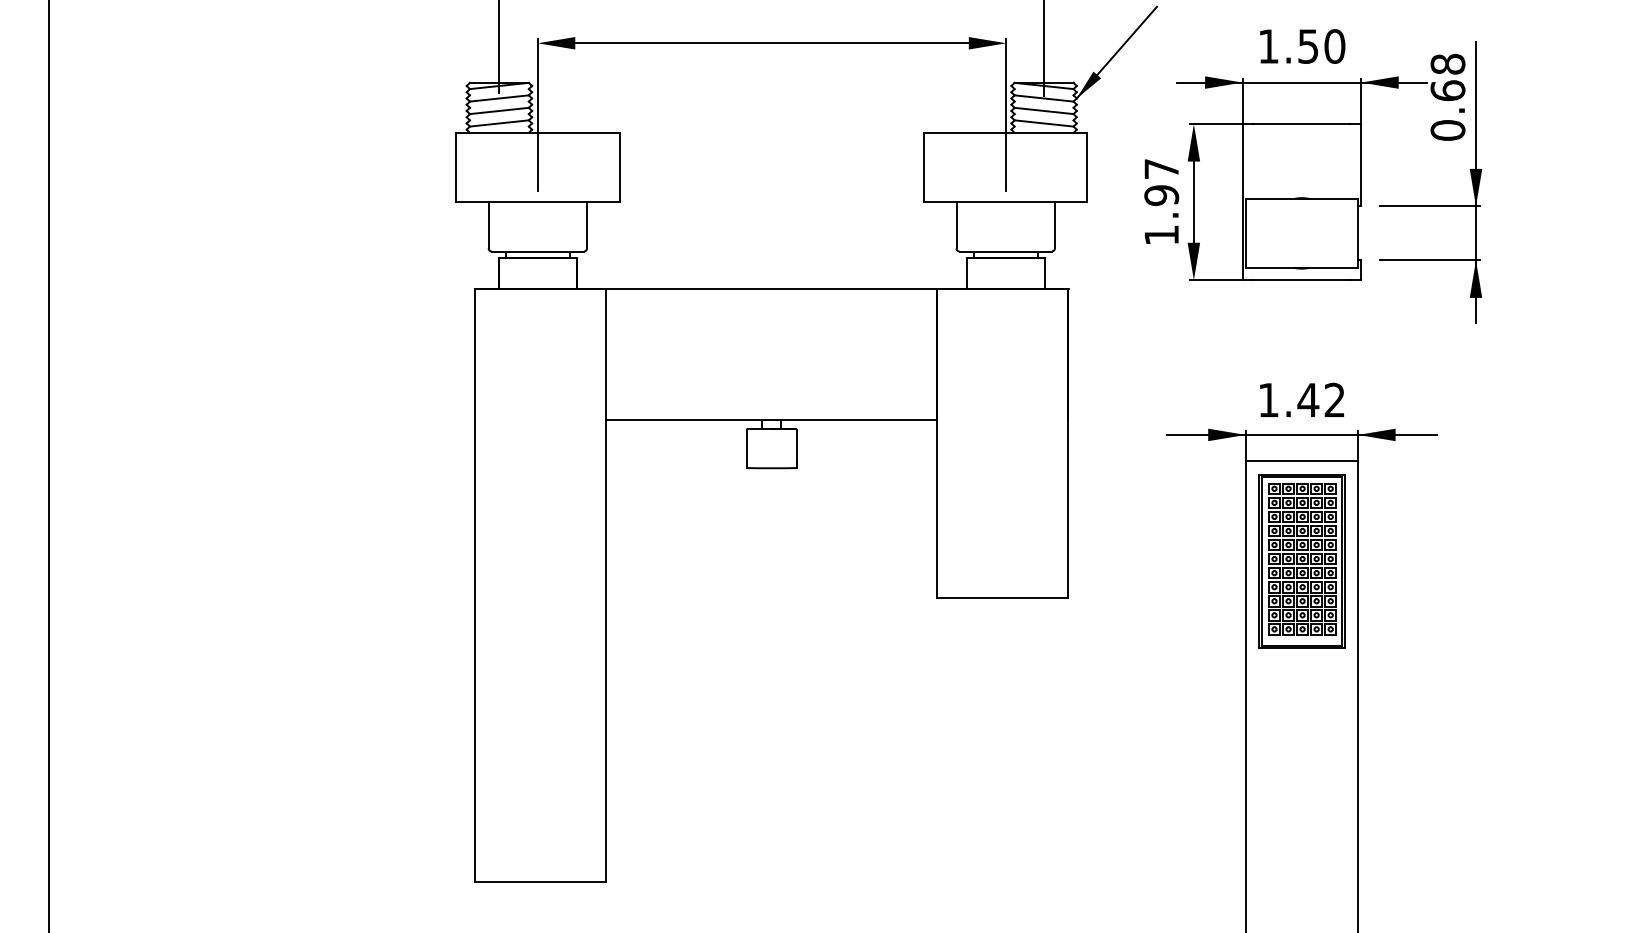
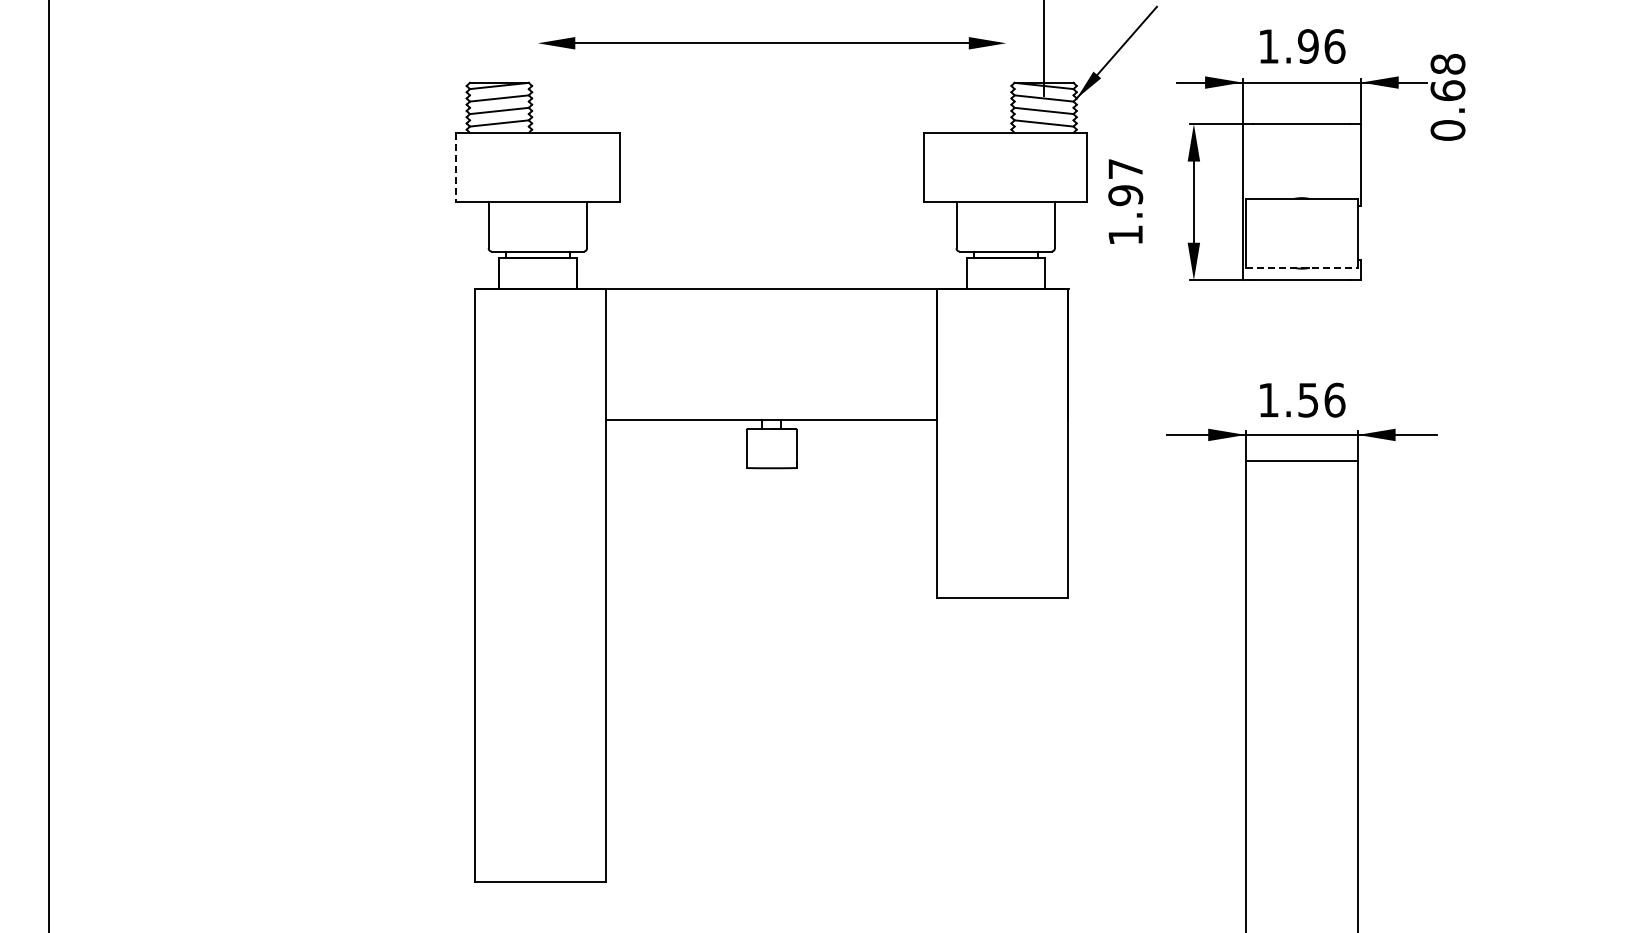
text at (1321, 46): 1.50 -> 1.96
line at (498, 47): present -> none
line at (537, 114): present -> none
line at (1006, 114): present -> none
line at (456, 167): solid -> dashed
text at (1161, 201) position: (1161, 201) -> (1125, 201)
part at (1430, 205): present -> none
line at (1302, 267): solid -> dashed
text at (1321, 399): 1.42 -> 1.56
part at (1301, 561): present -> none
